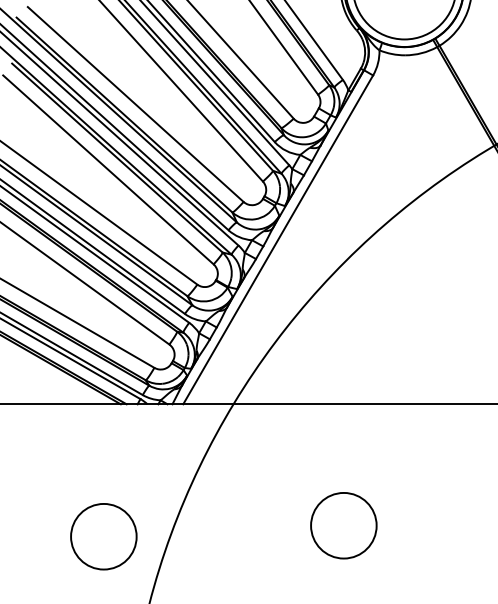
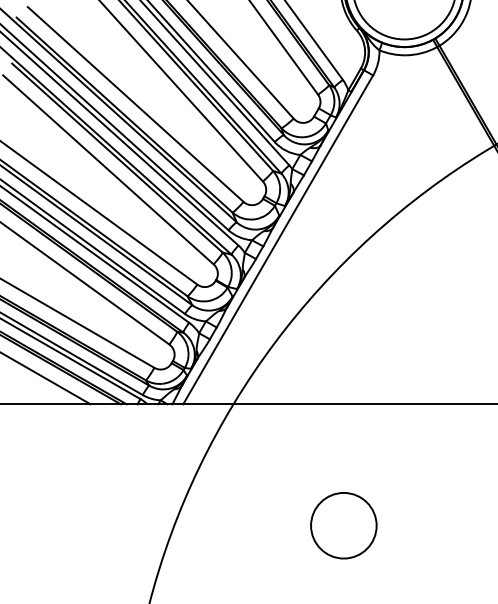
line at (46, 378): none -> present
circle at (103, 536): present -> none
